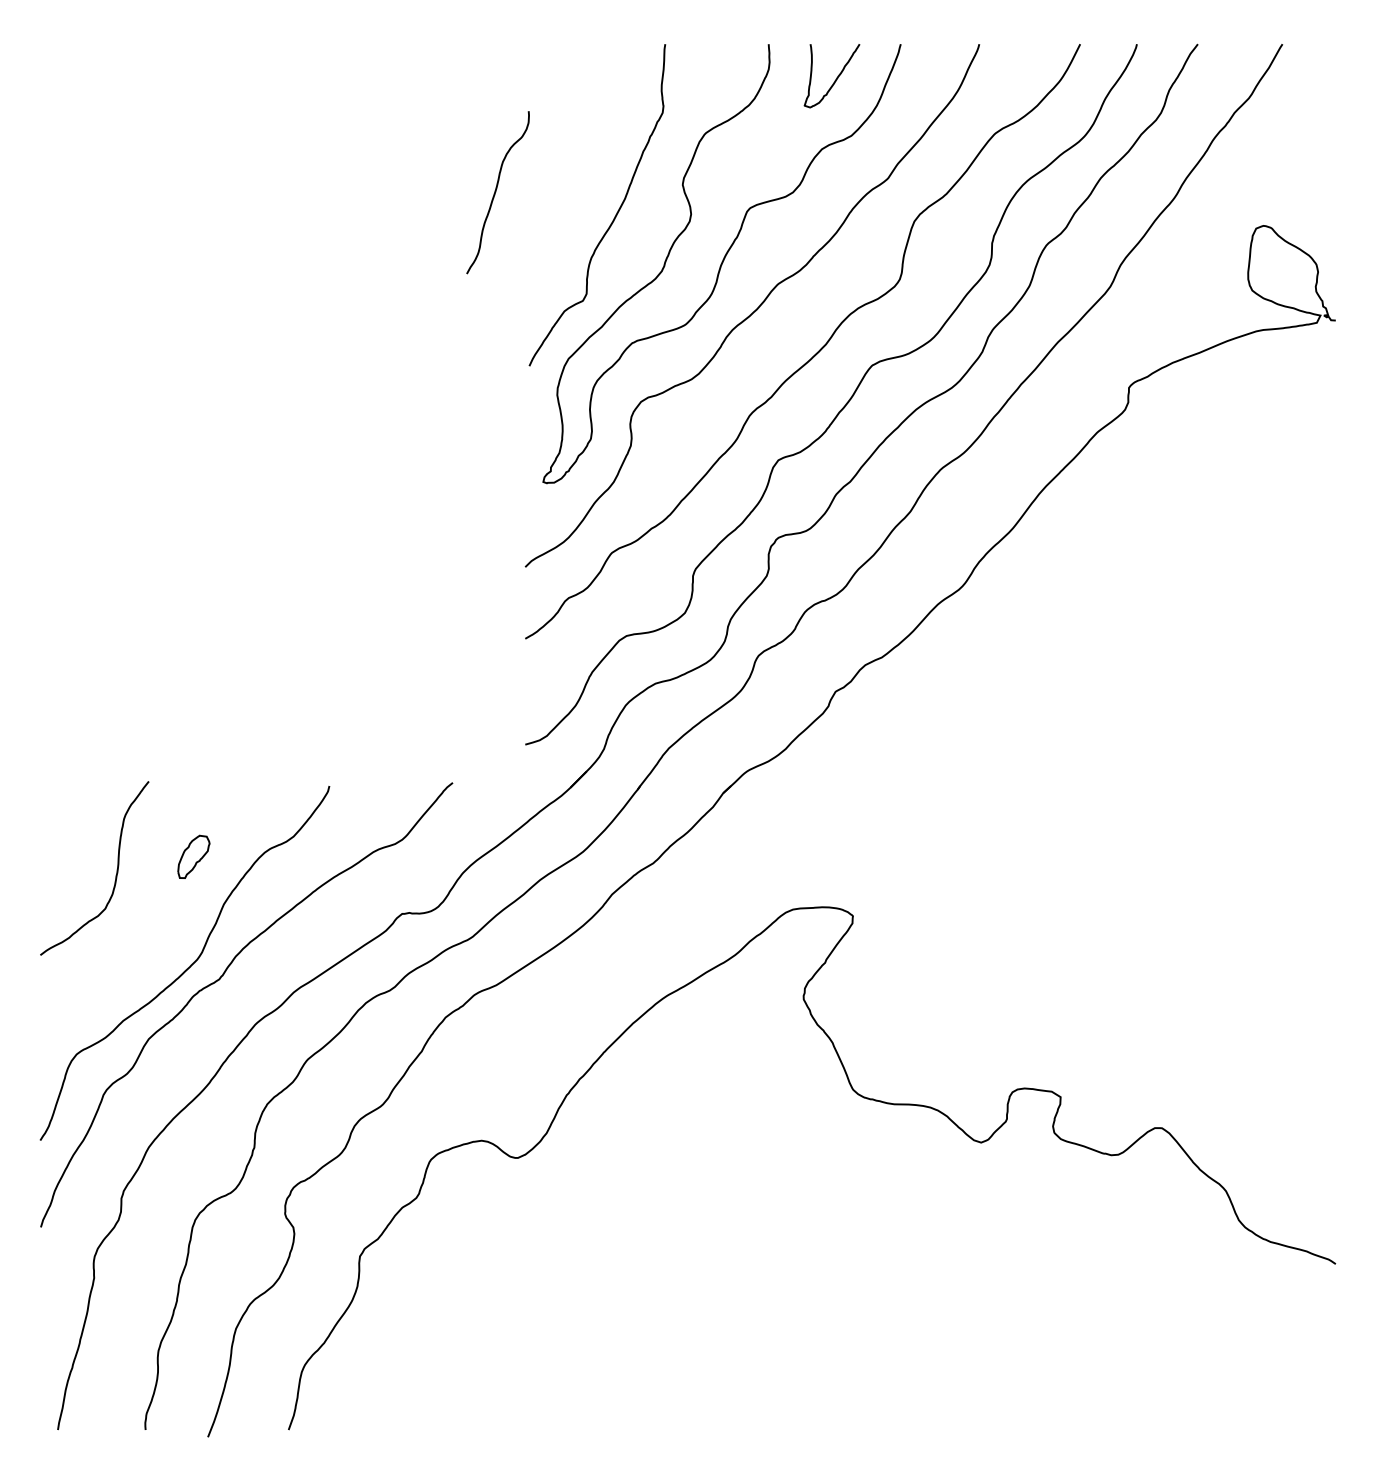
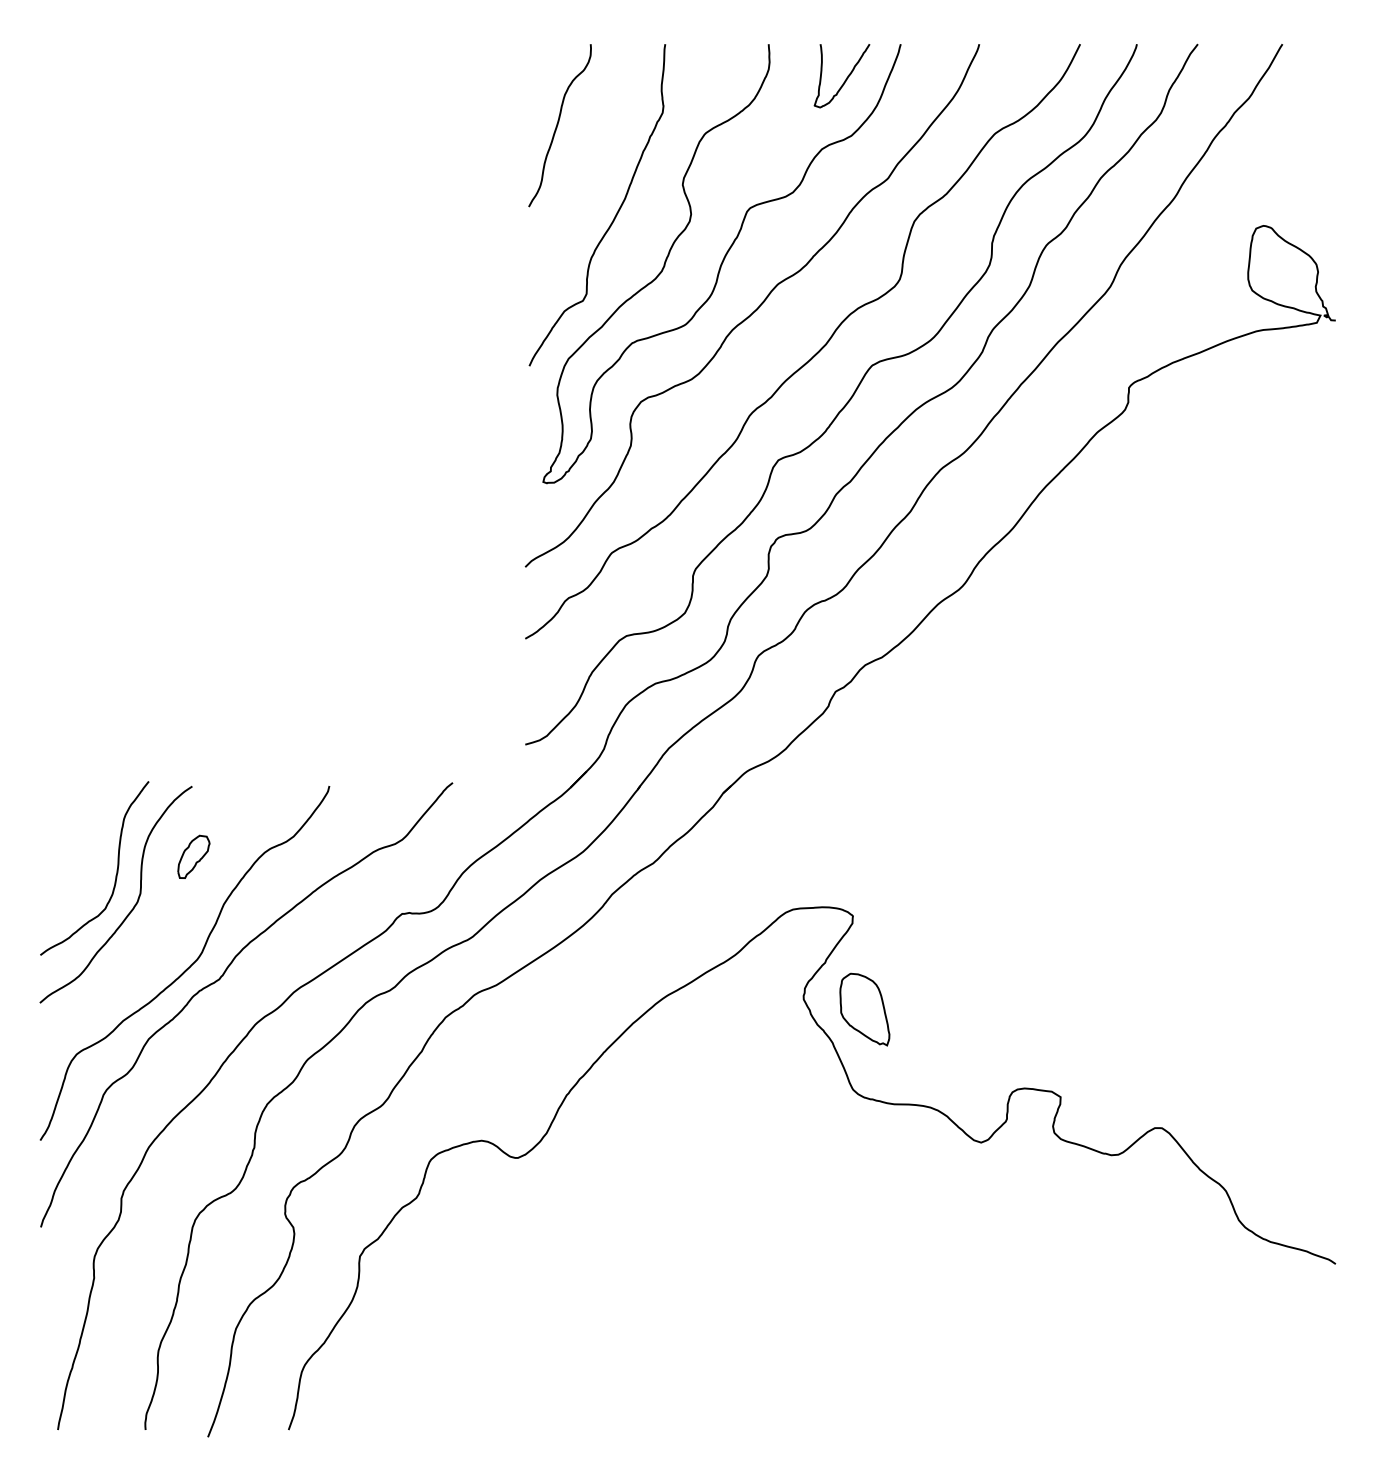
curve at (835, 79) position: (835, 79) -> (845, 79)
curve at (496, 192) position: (496, 192) -> (558, 125)
curve at (134, 904): none -> present
part at (864, 1009): none -> present
